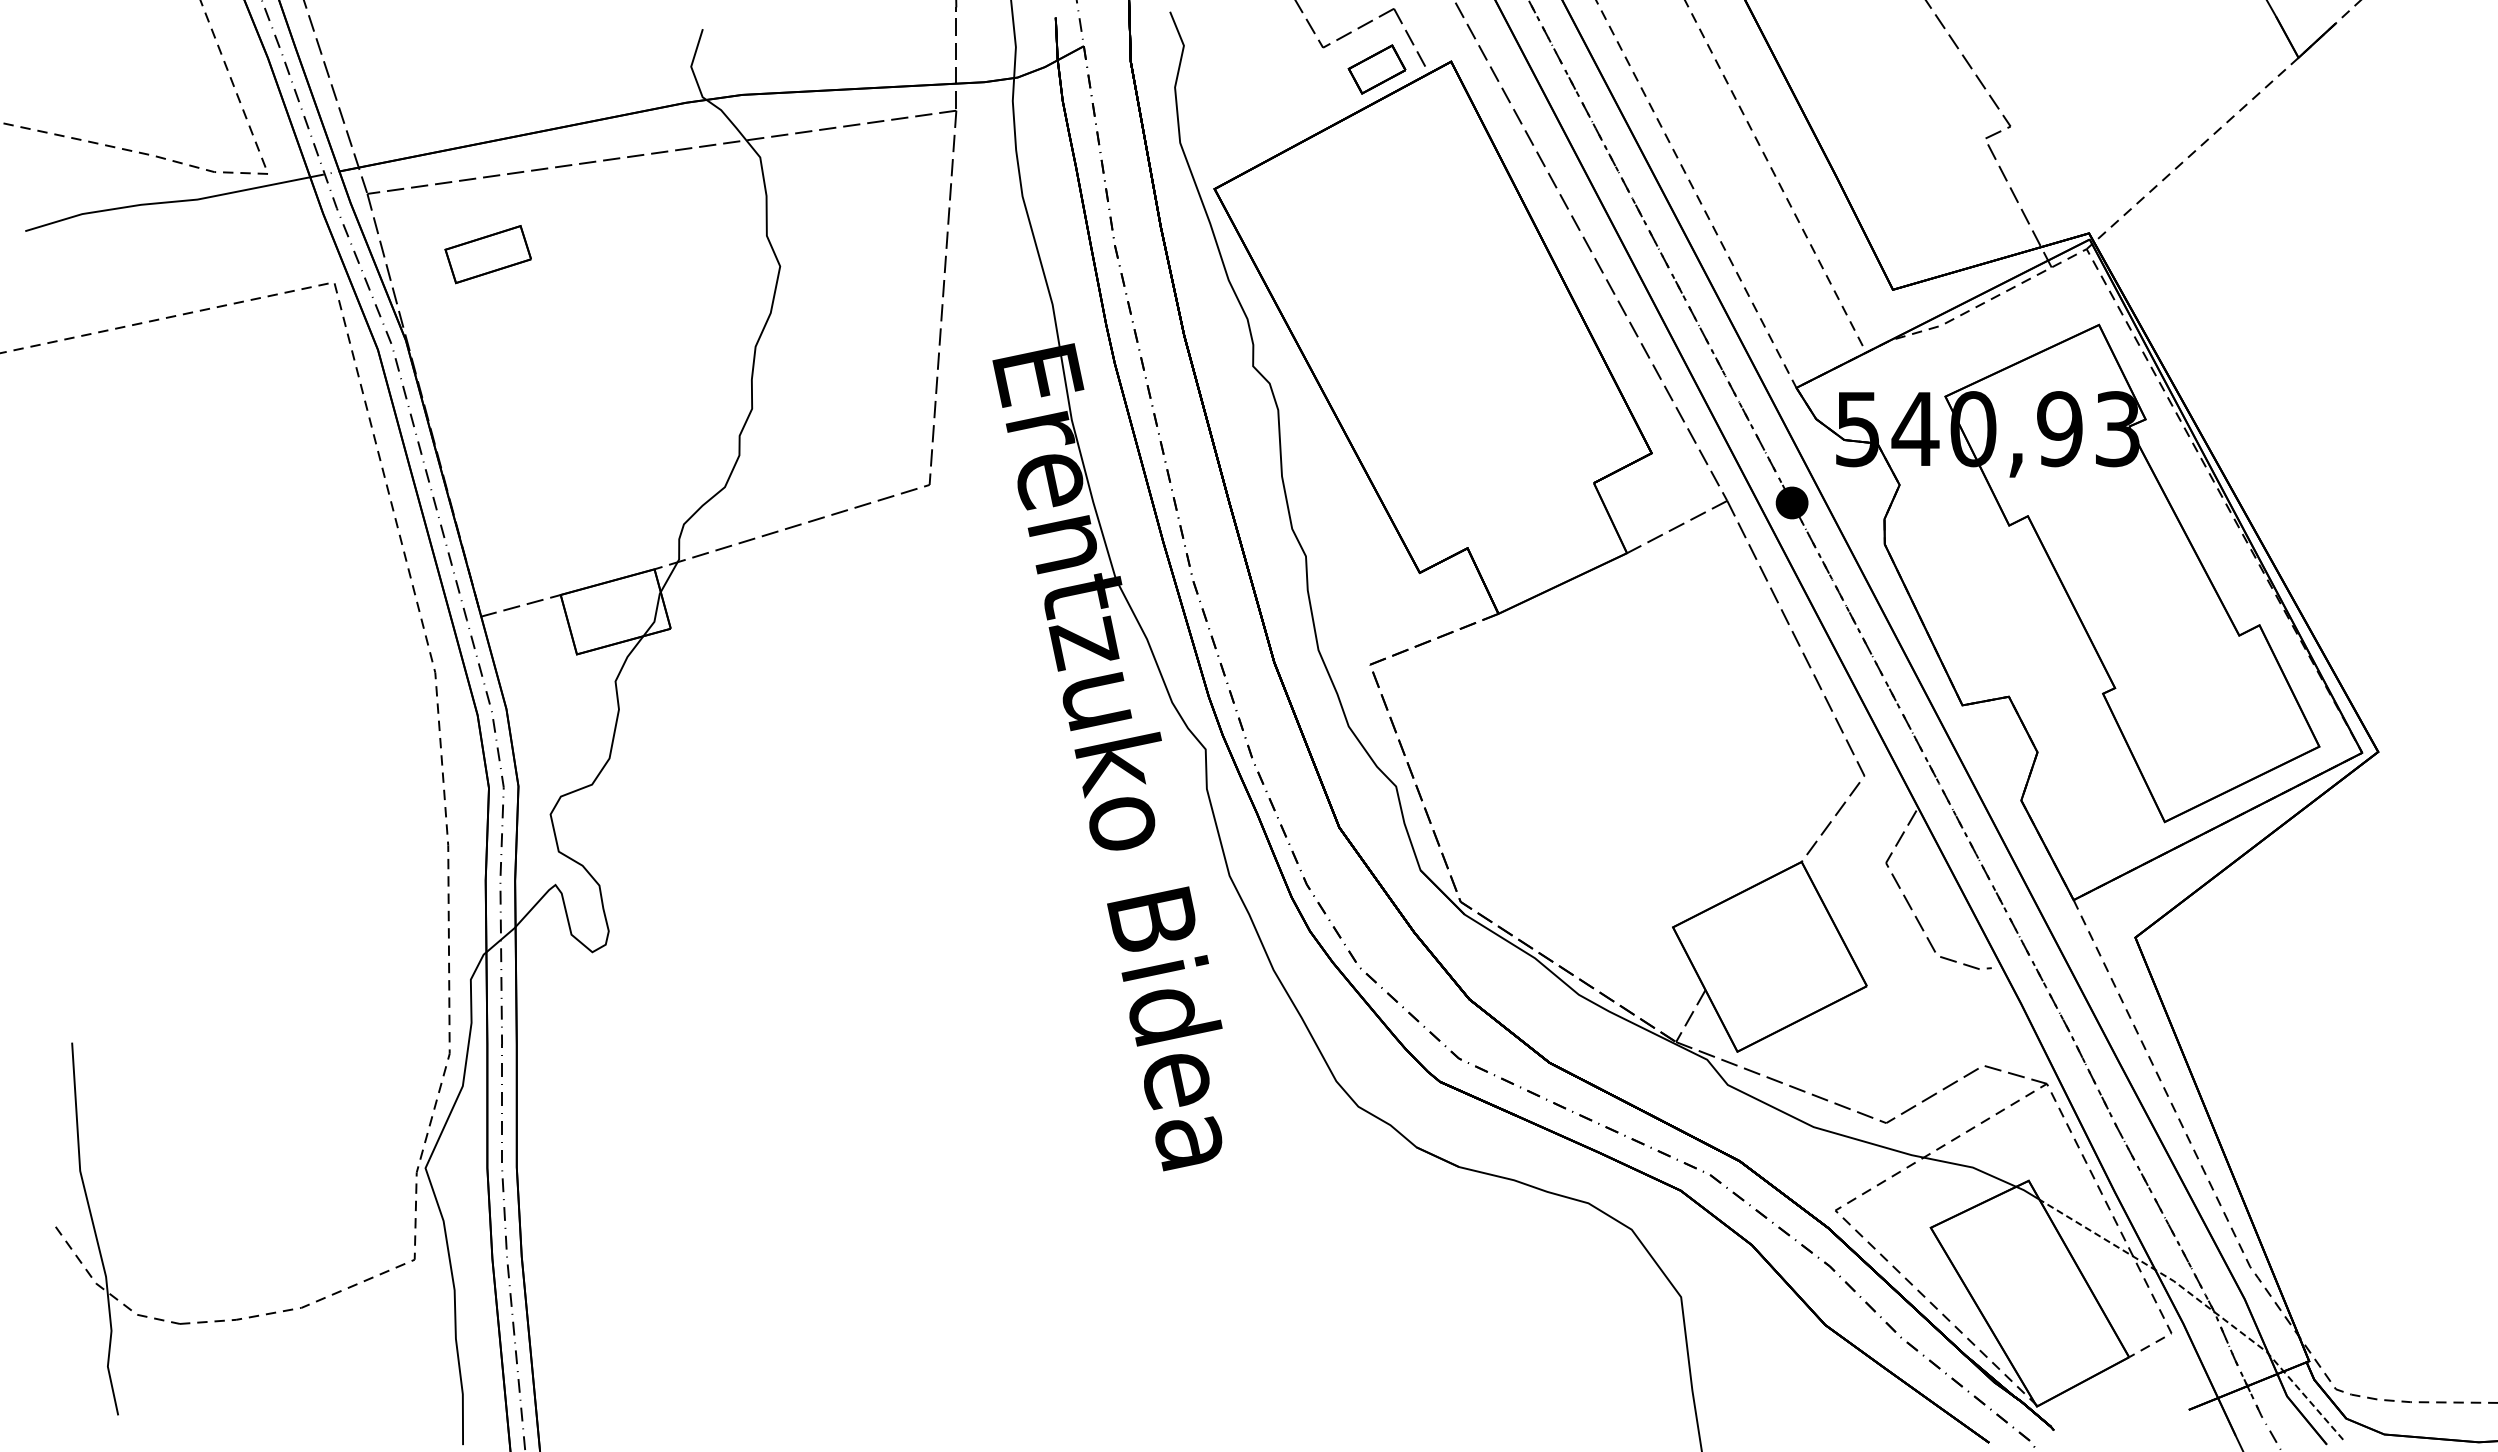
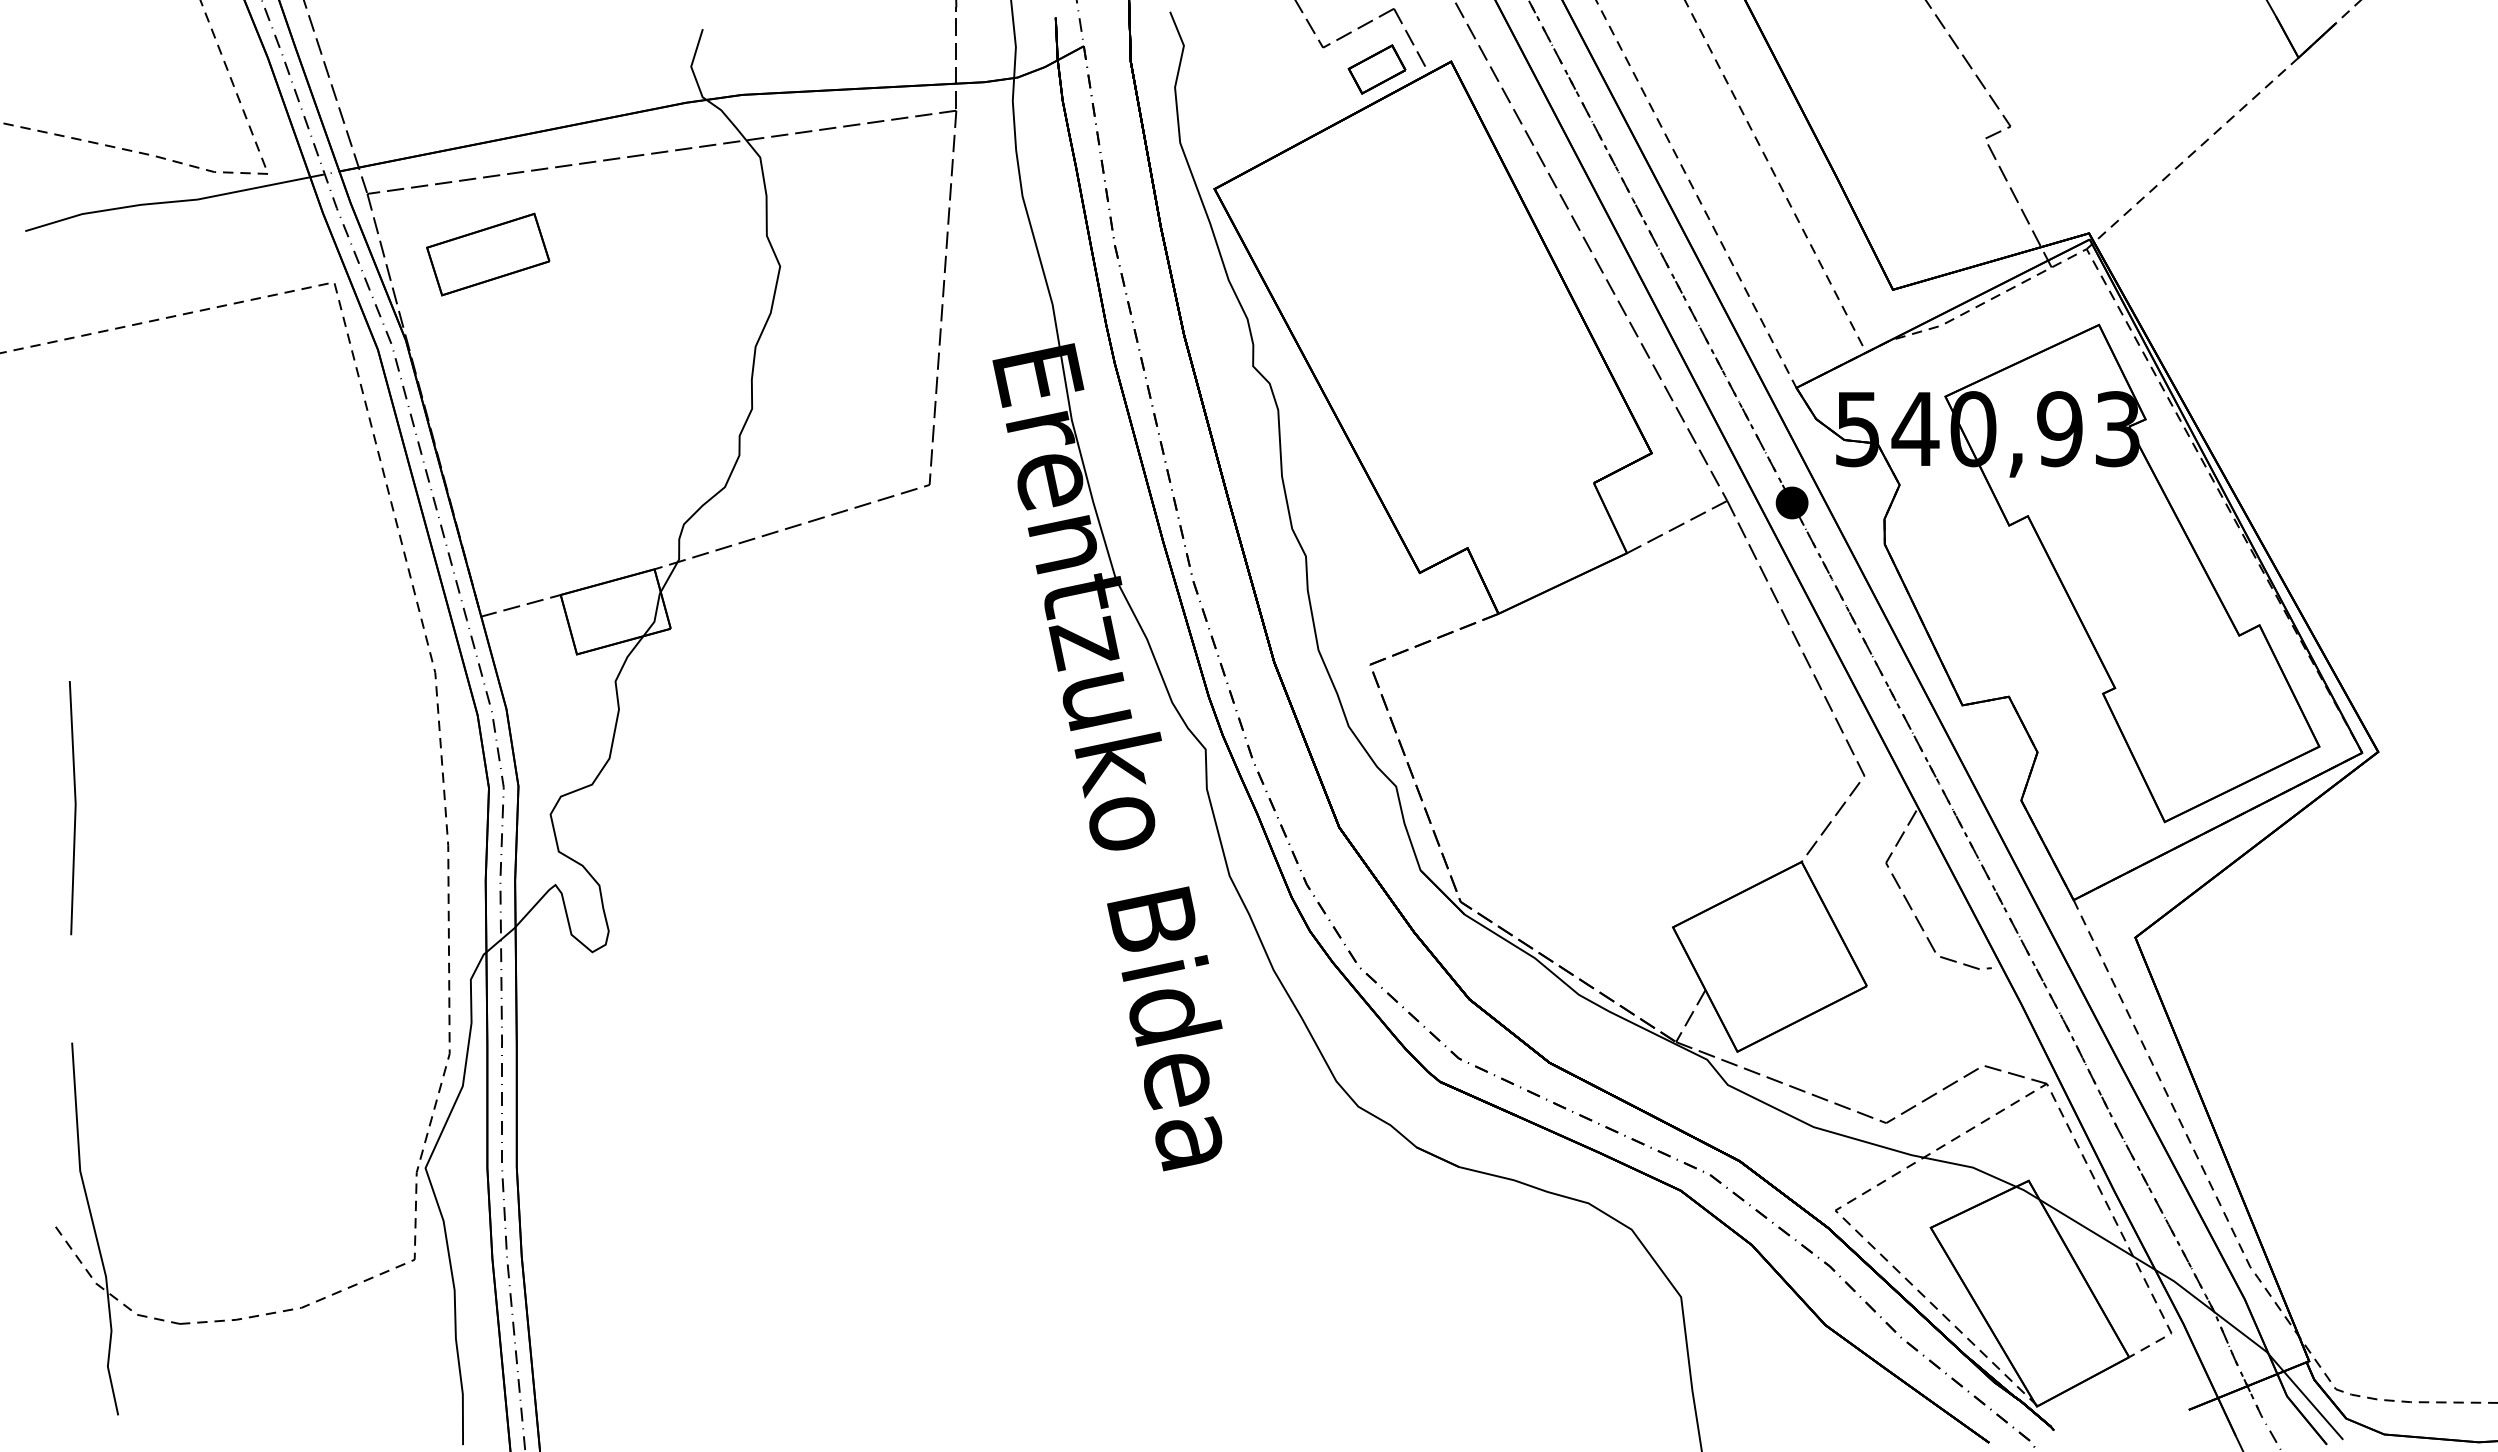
part at (487, 254) size: 88x60 px -> 125x85 px
line at (74, 808): none -> present
line at (2204, 1304): dashed -> solid
